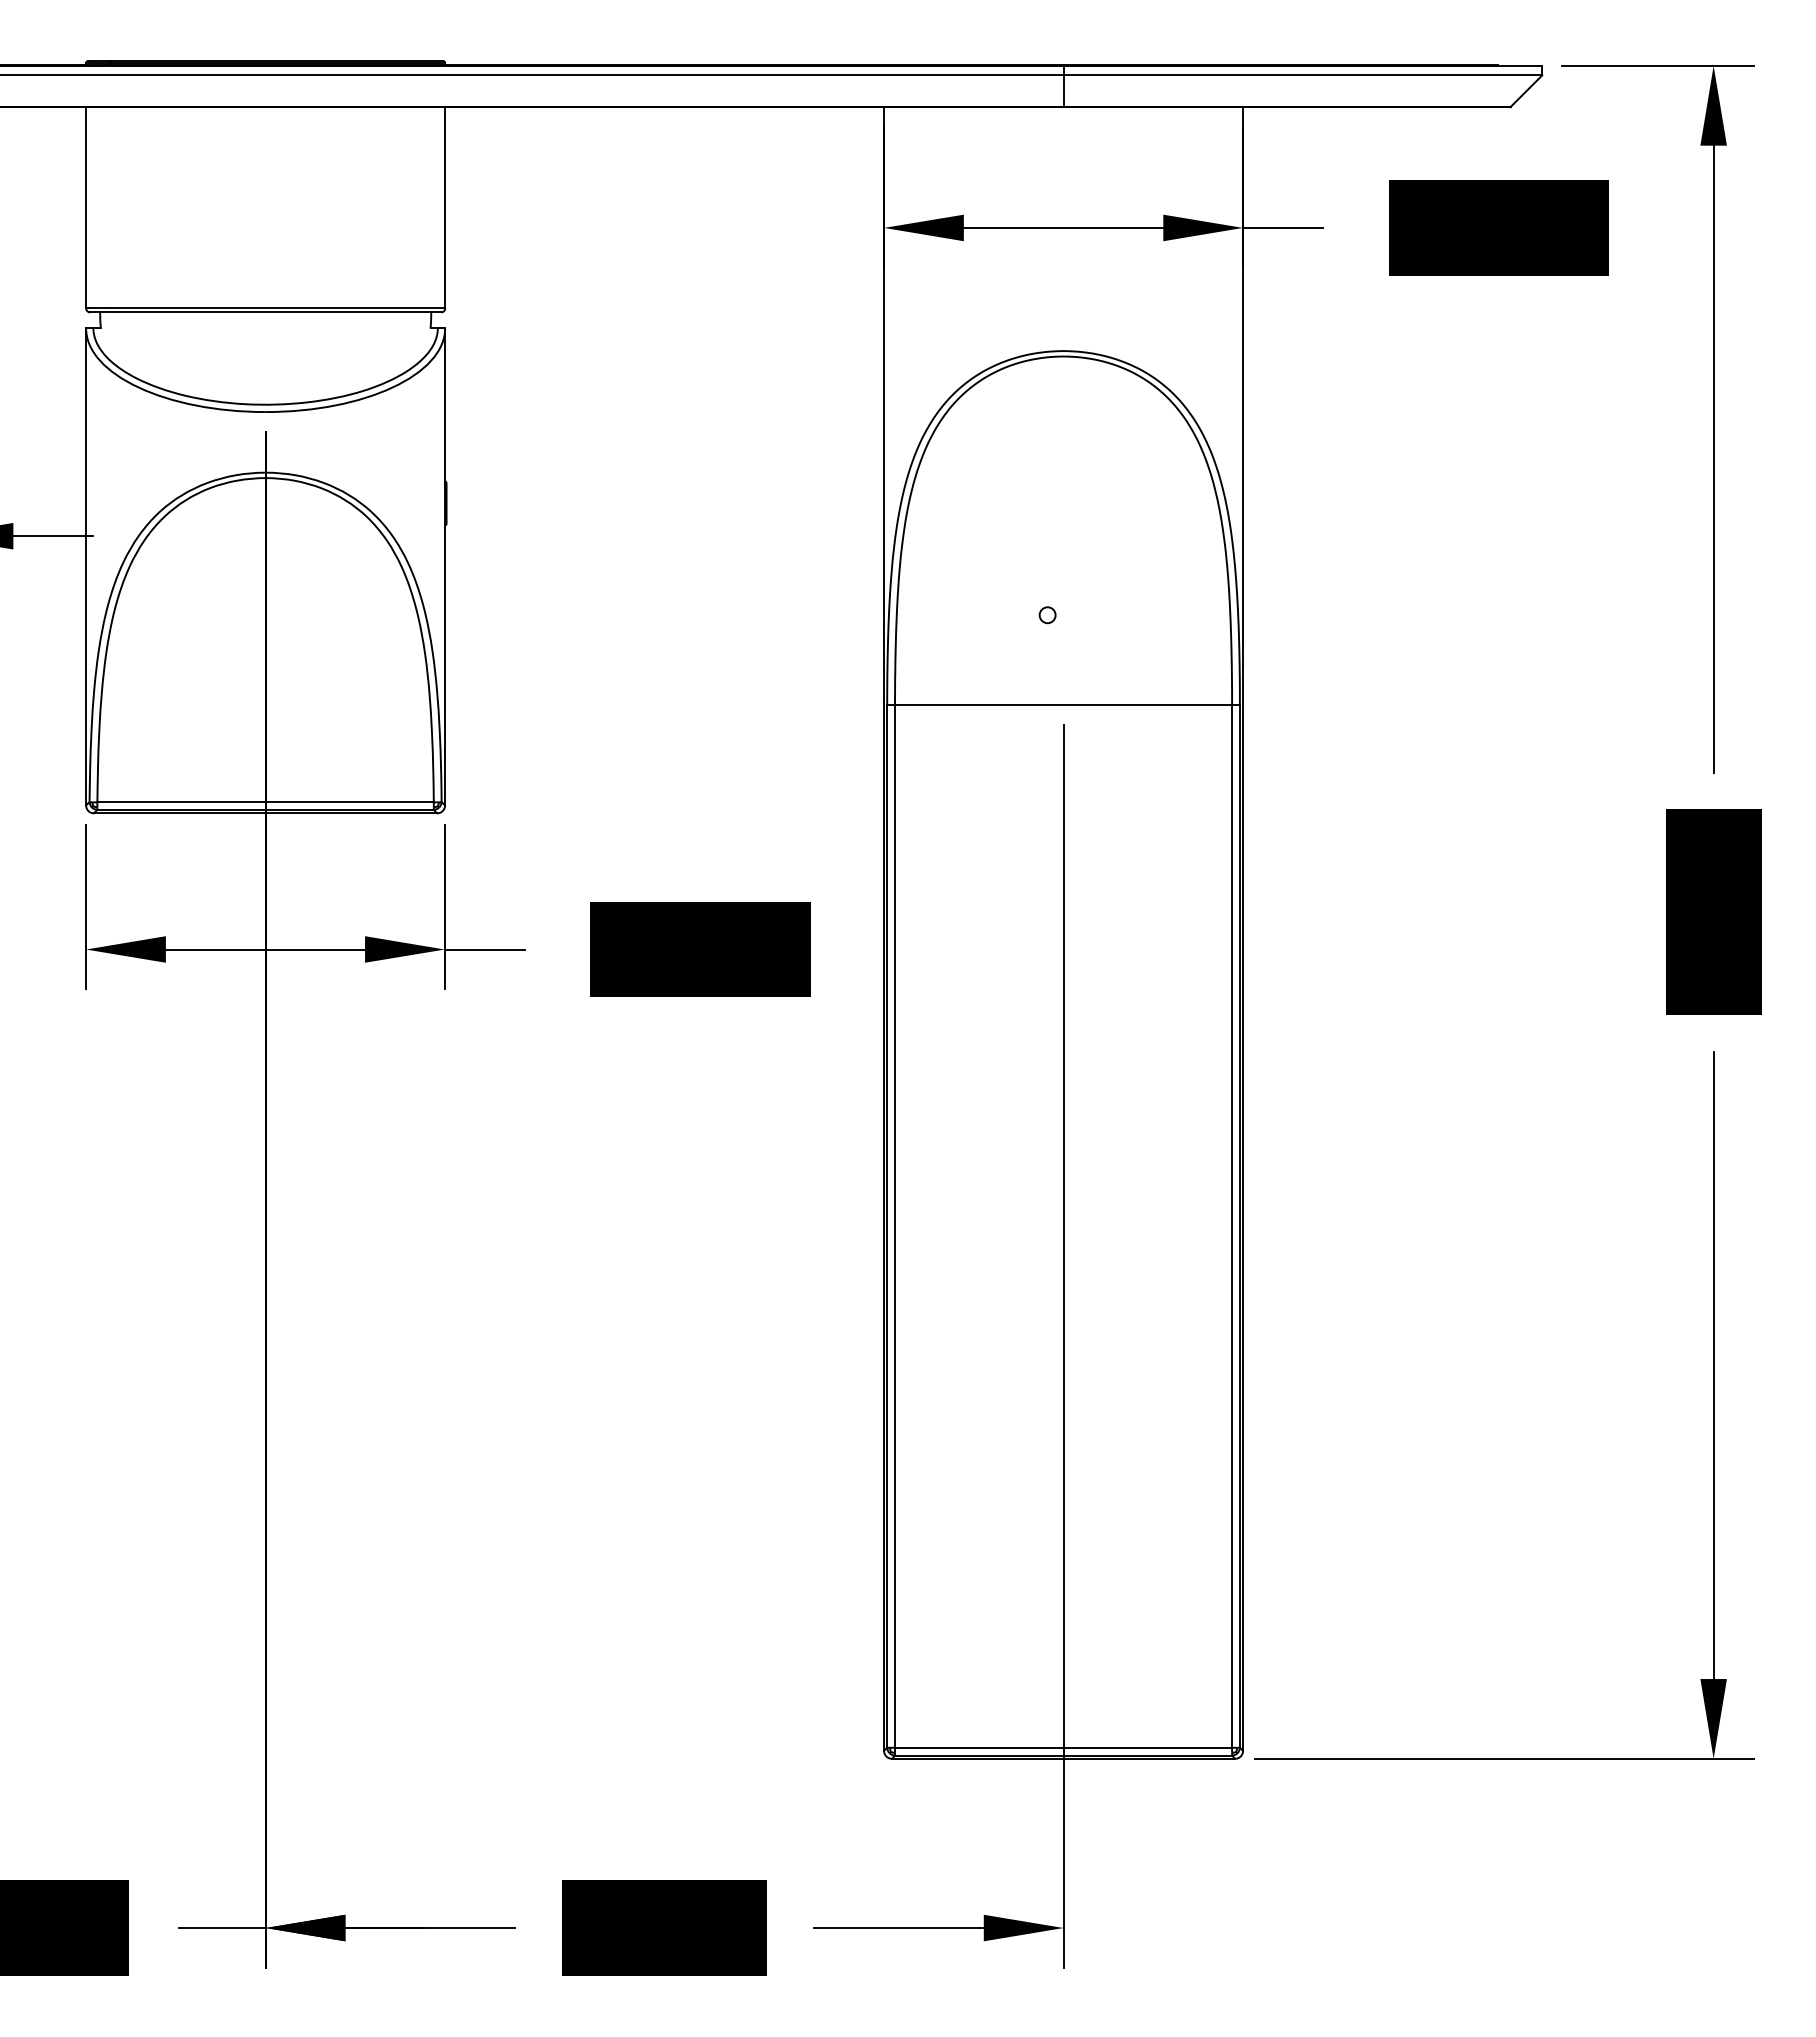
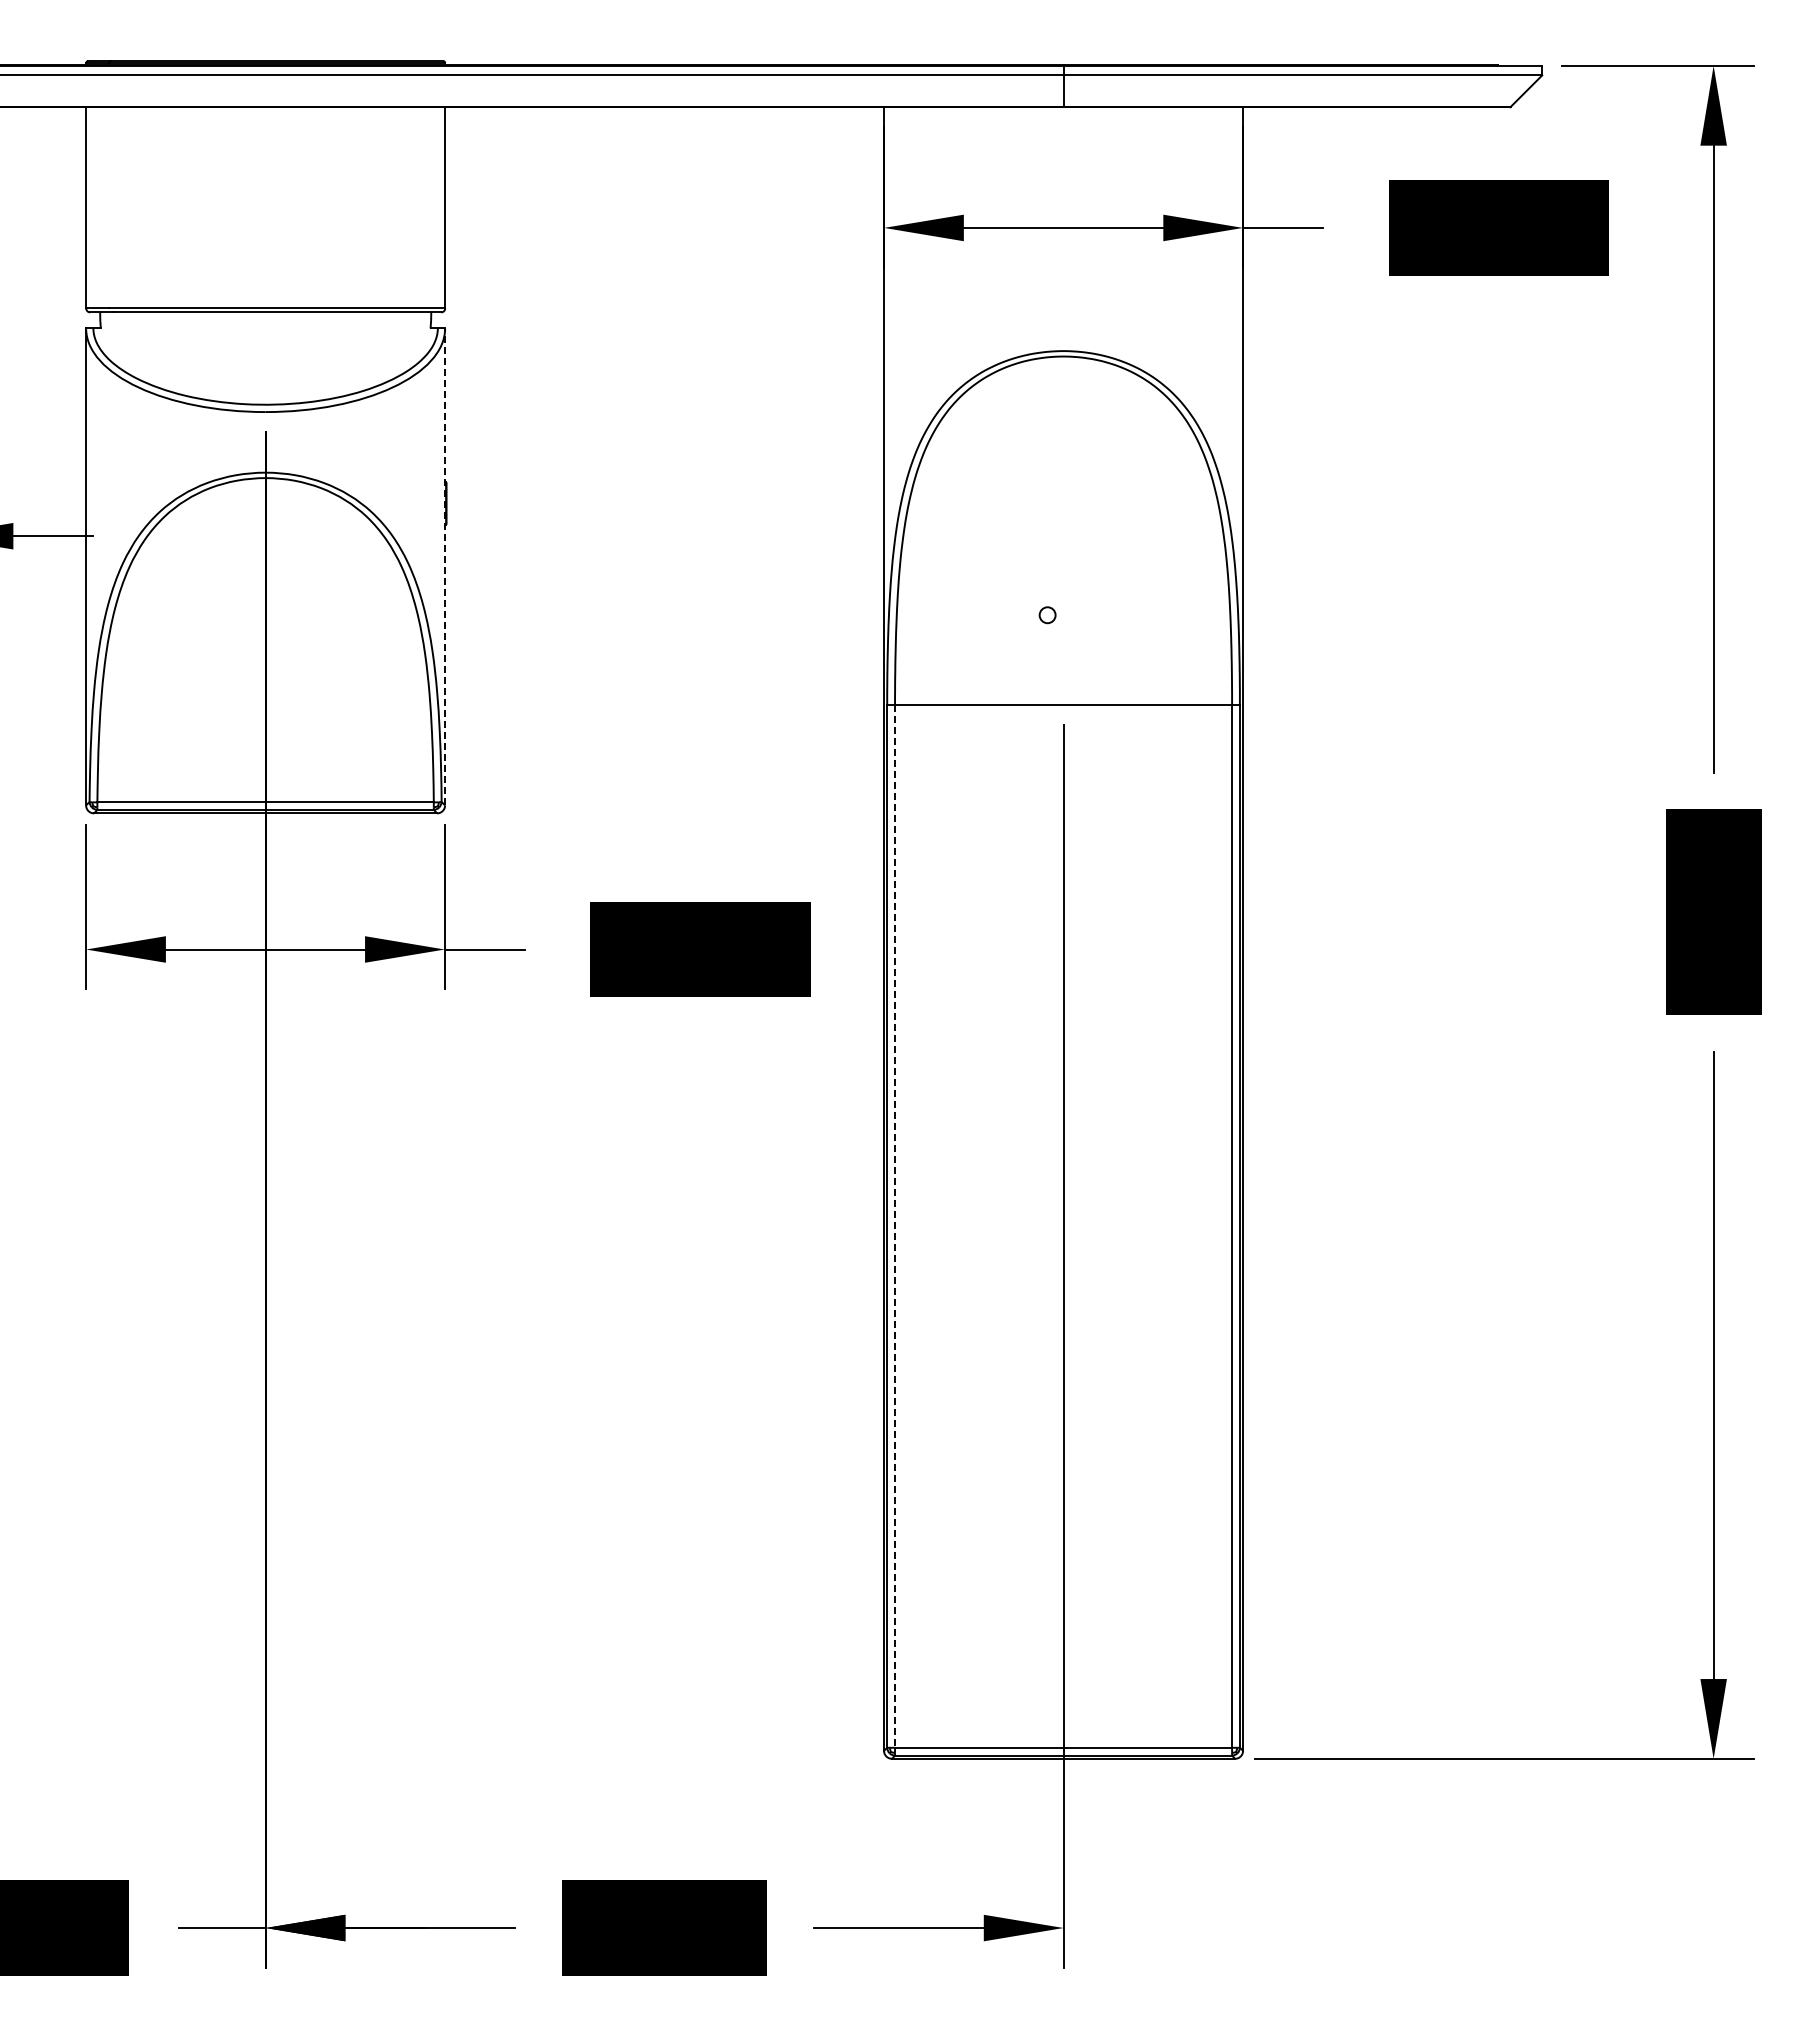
line at (445, 566): solid -> dashed
line at (895, 1226): solid -> dashed
